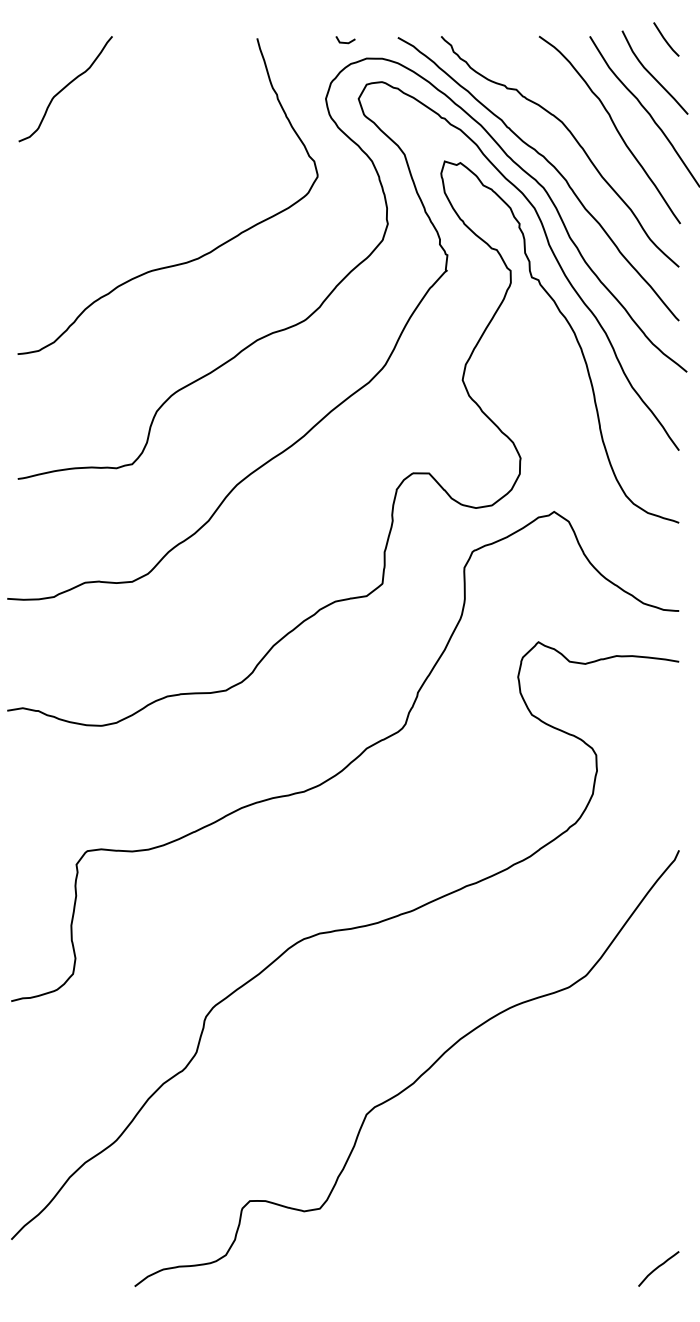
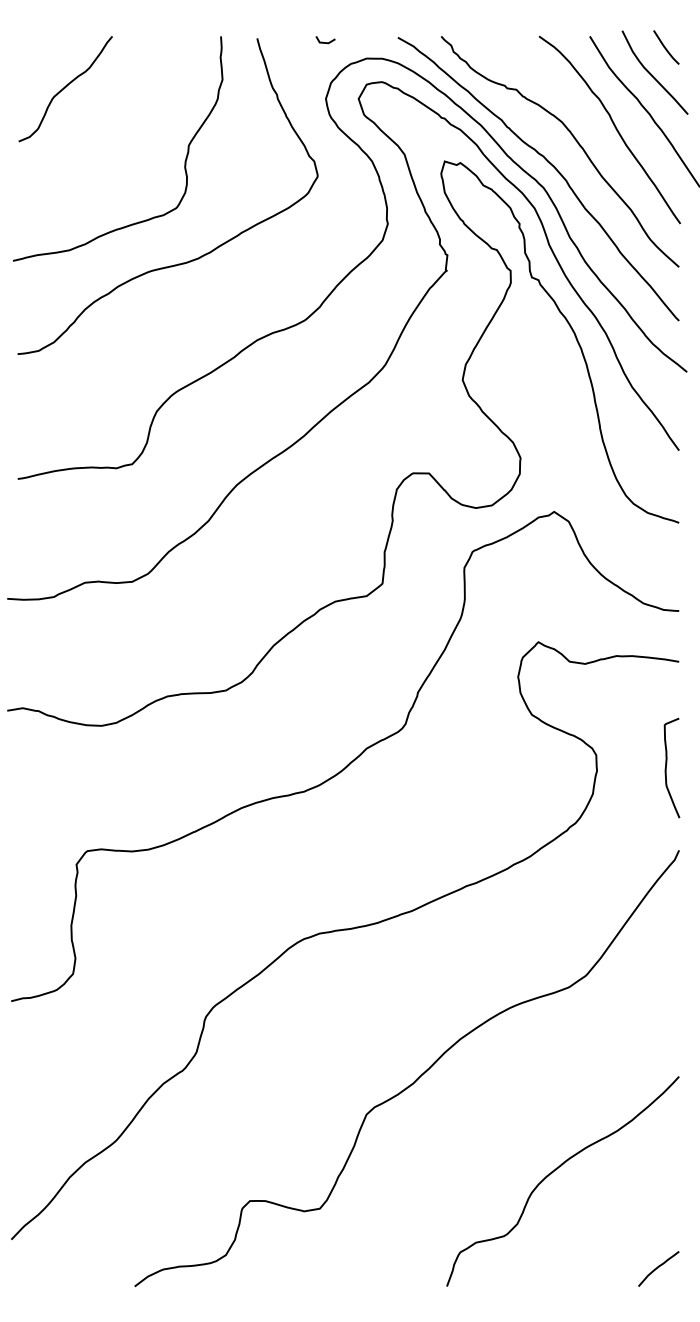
line at (665, 39) position: (665, 39) -> (665, 47)
line at (345, 42) position: (345, 42) -> (325, 42)
curve at (184, 161): none -> present
curve at (666, 767): none -> present
curve at (556, 1170): none -> present
